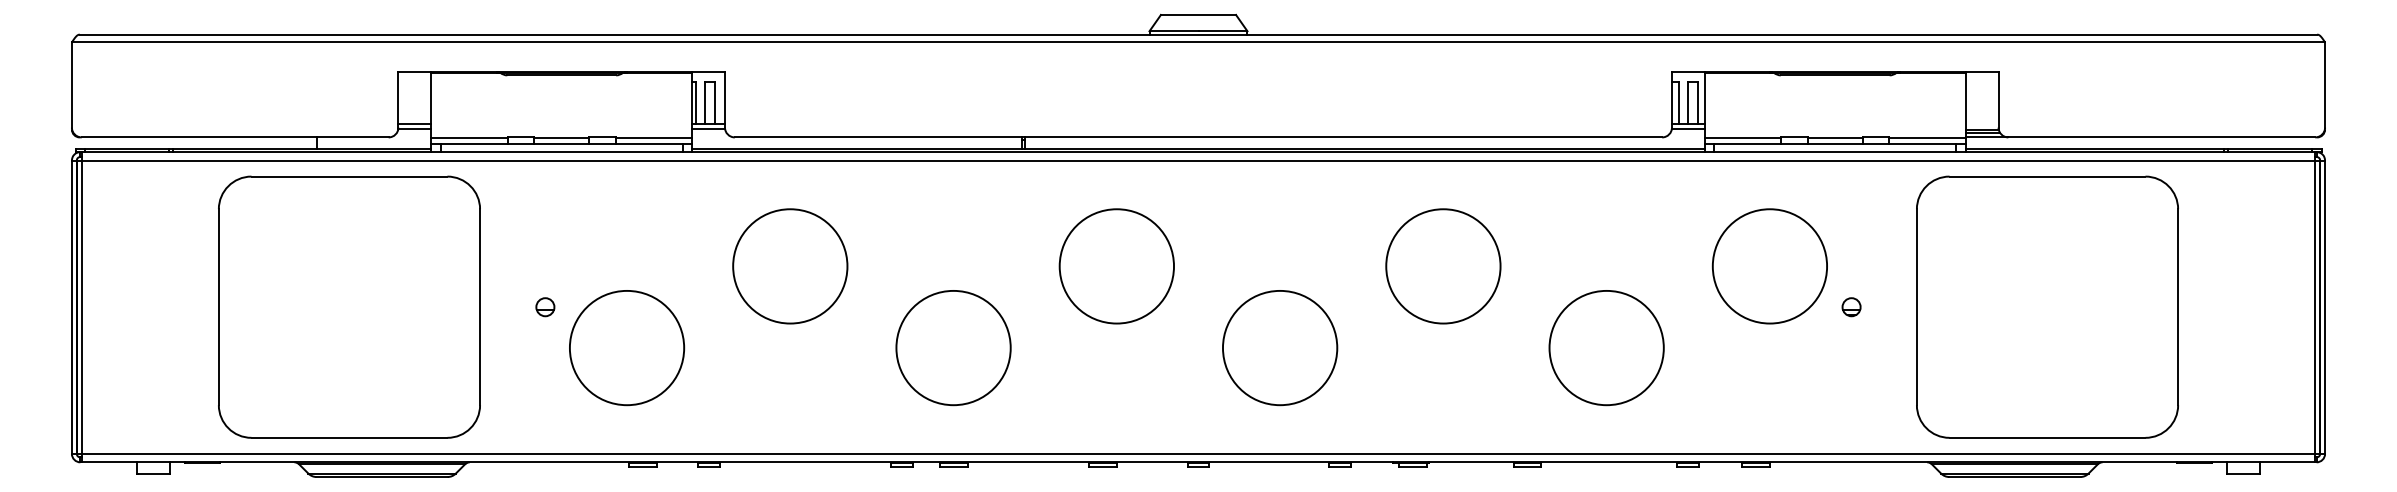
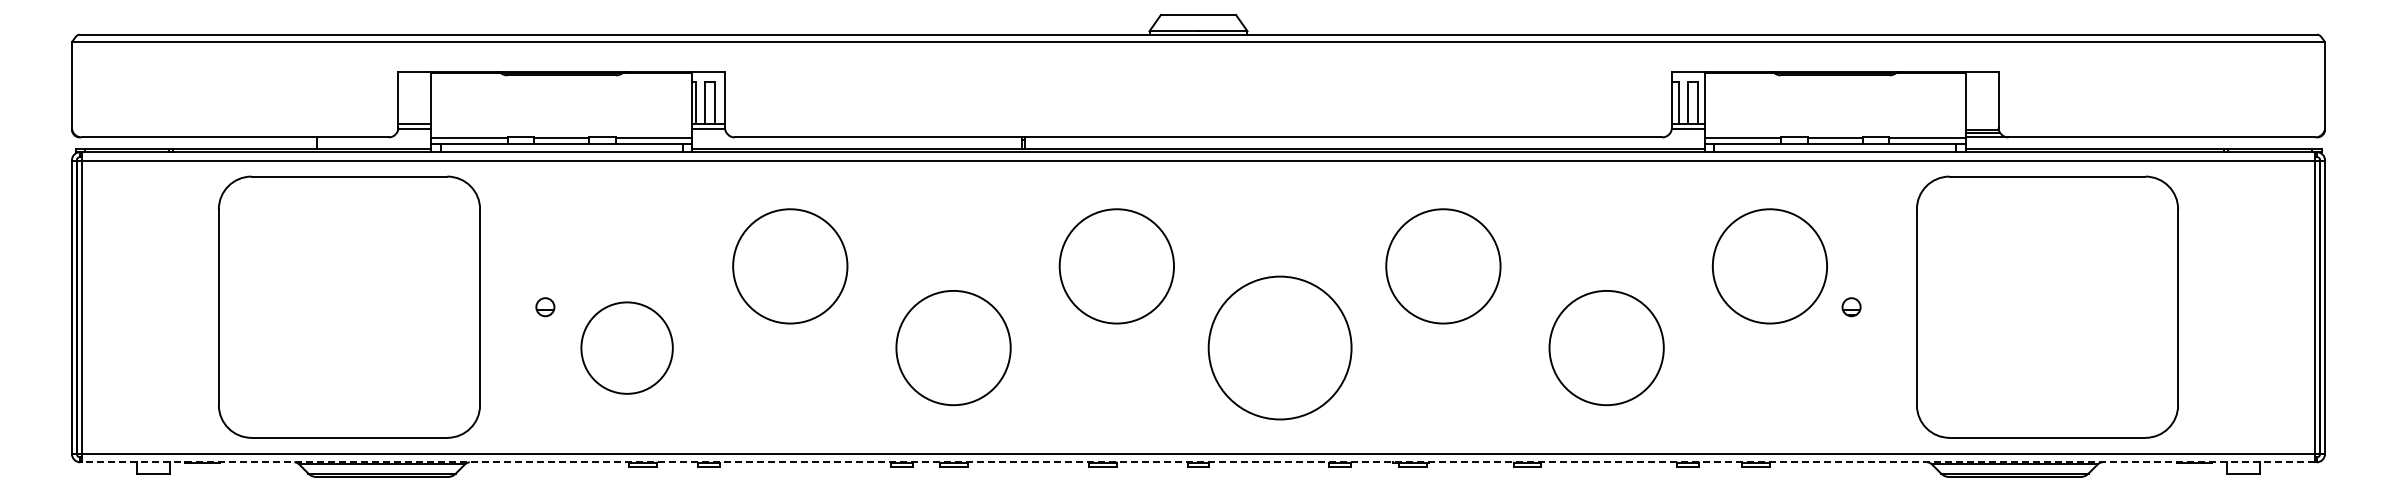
circle at (1279, 347) diameter: 114 px -> 143 px
circle at (627, 348) size: 117x117 px -> 94x94 px
line at (1197, 462): solid -> dashed
